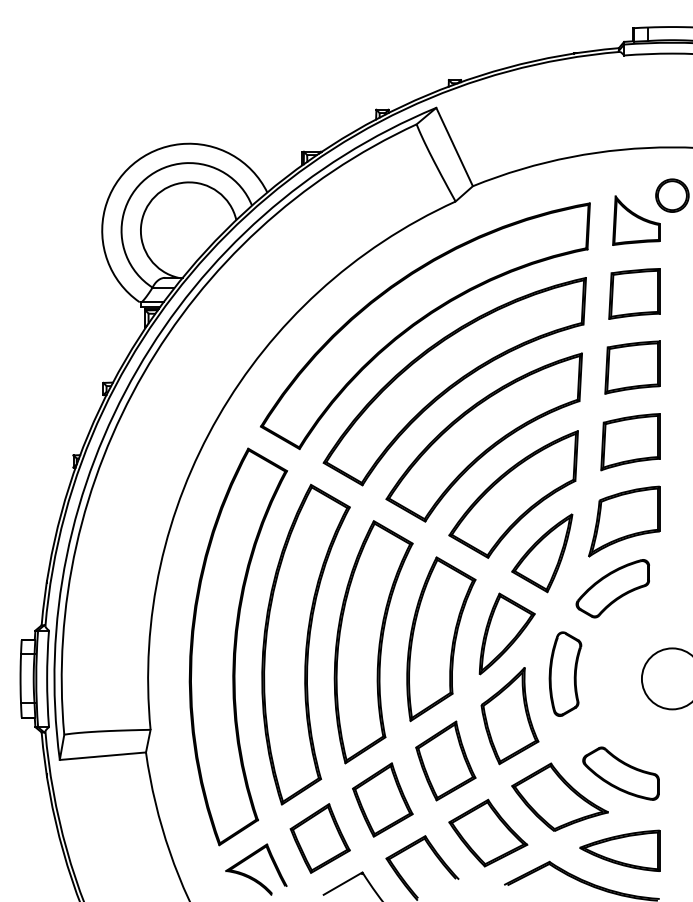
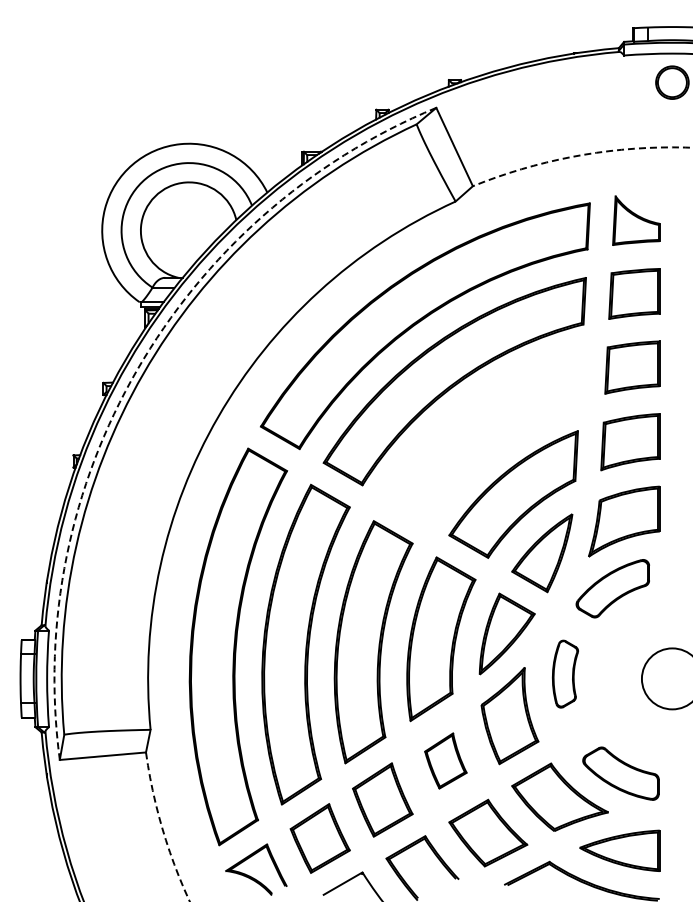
arc at (581, 155): solid -> dashed
part at (672, 195) position: (672, 195) -> (672, 82)
arc at (137, 369): solid -> dashed
part at (483, 437): present -> none
part at (565, 673) size: 35x86 px -> 27x70 px
part at (445, 760) size: 62x82 px -> 44x58 px
arc at (162, 828): solid -> dashed
